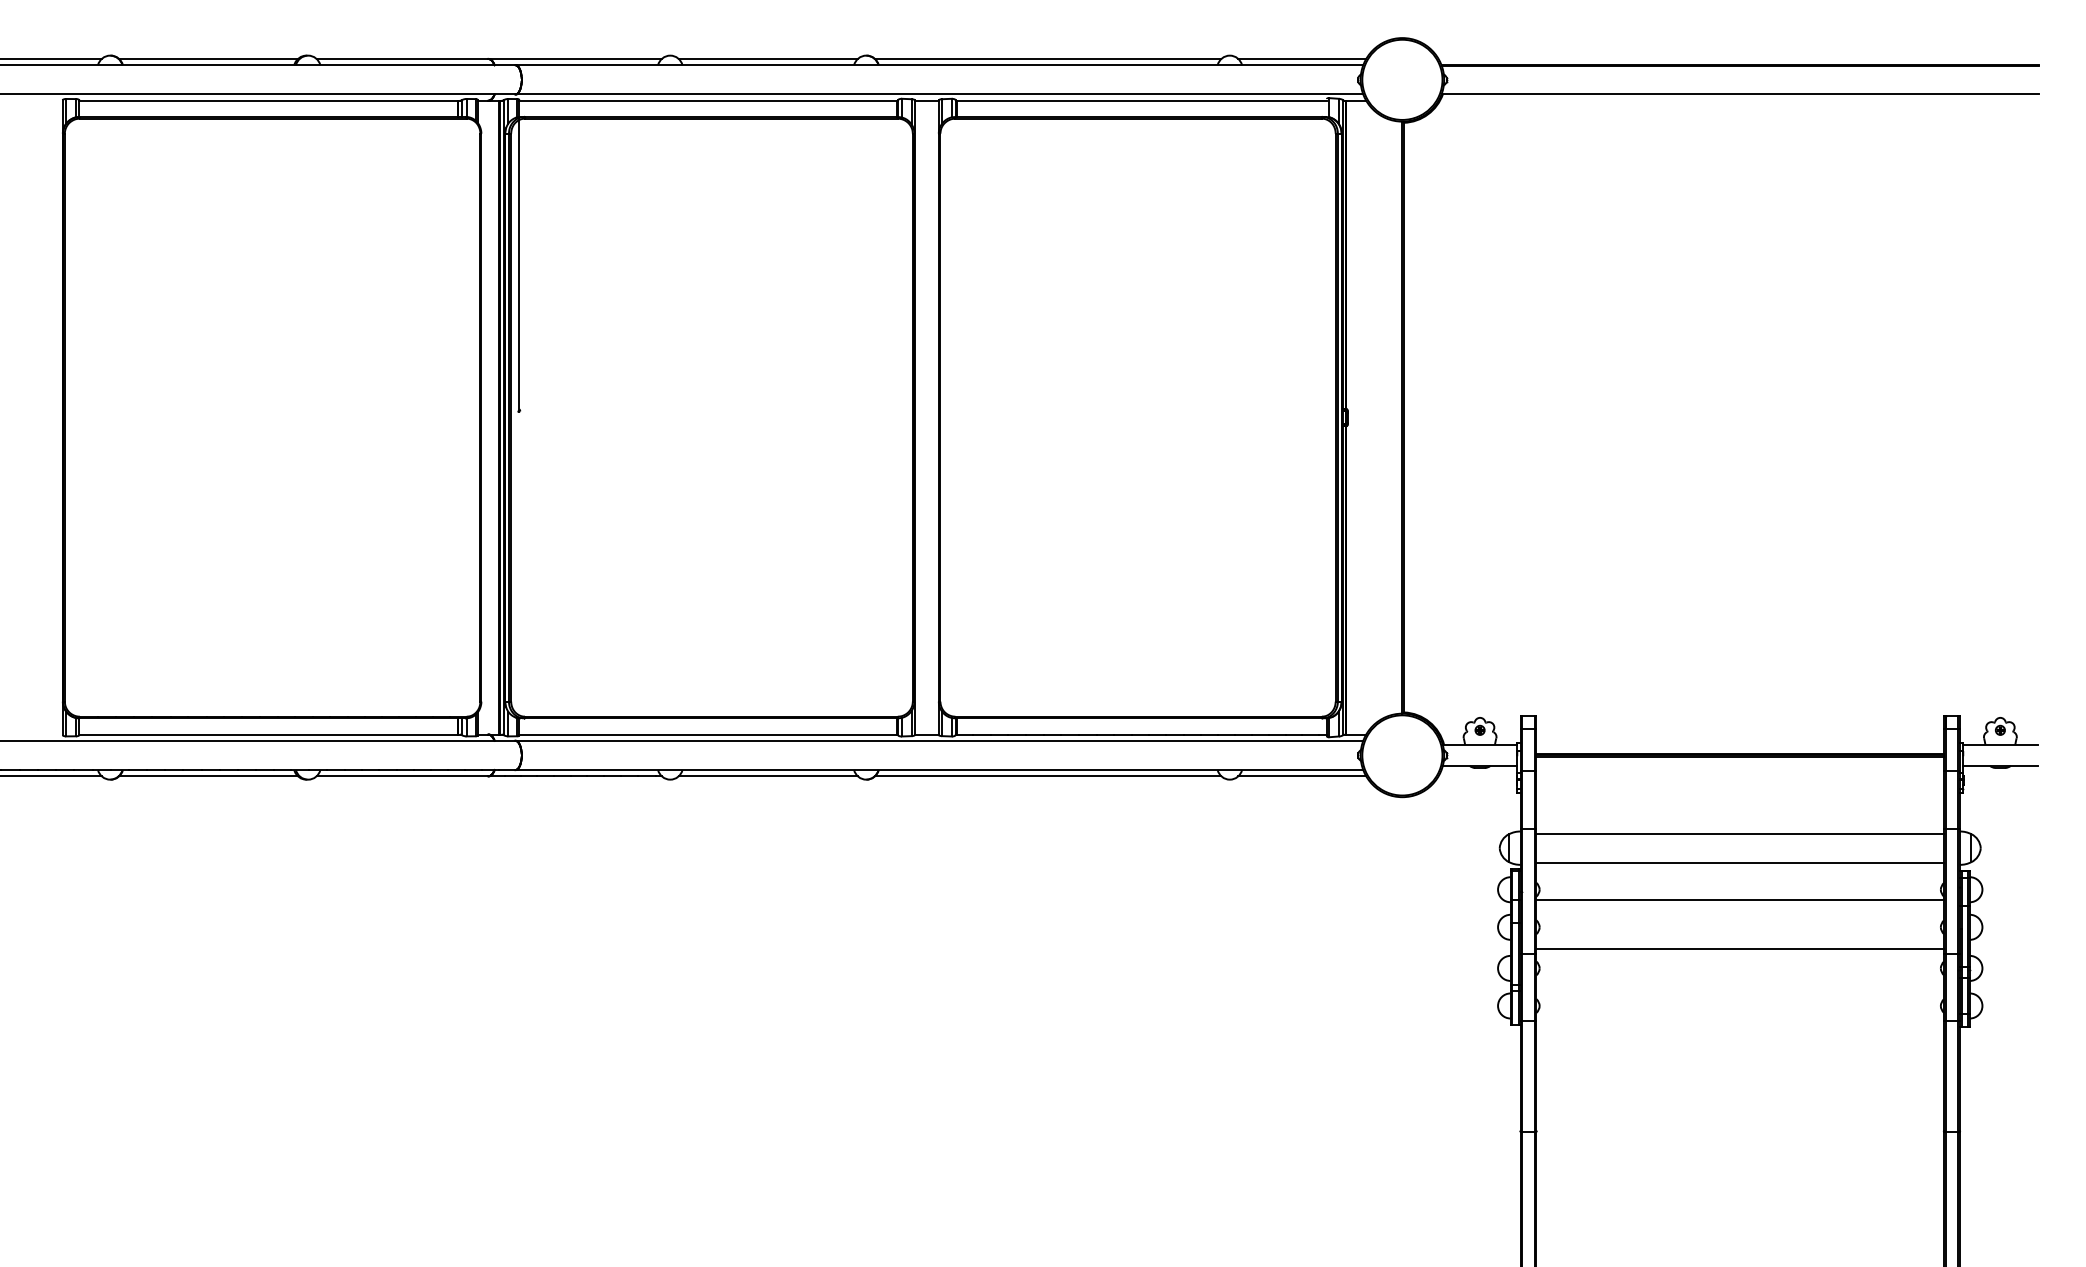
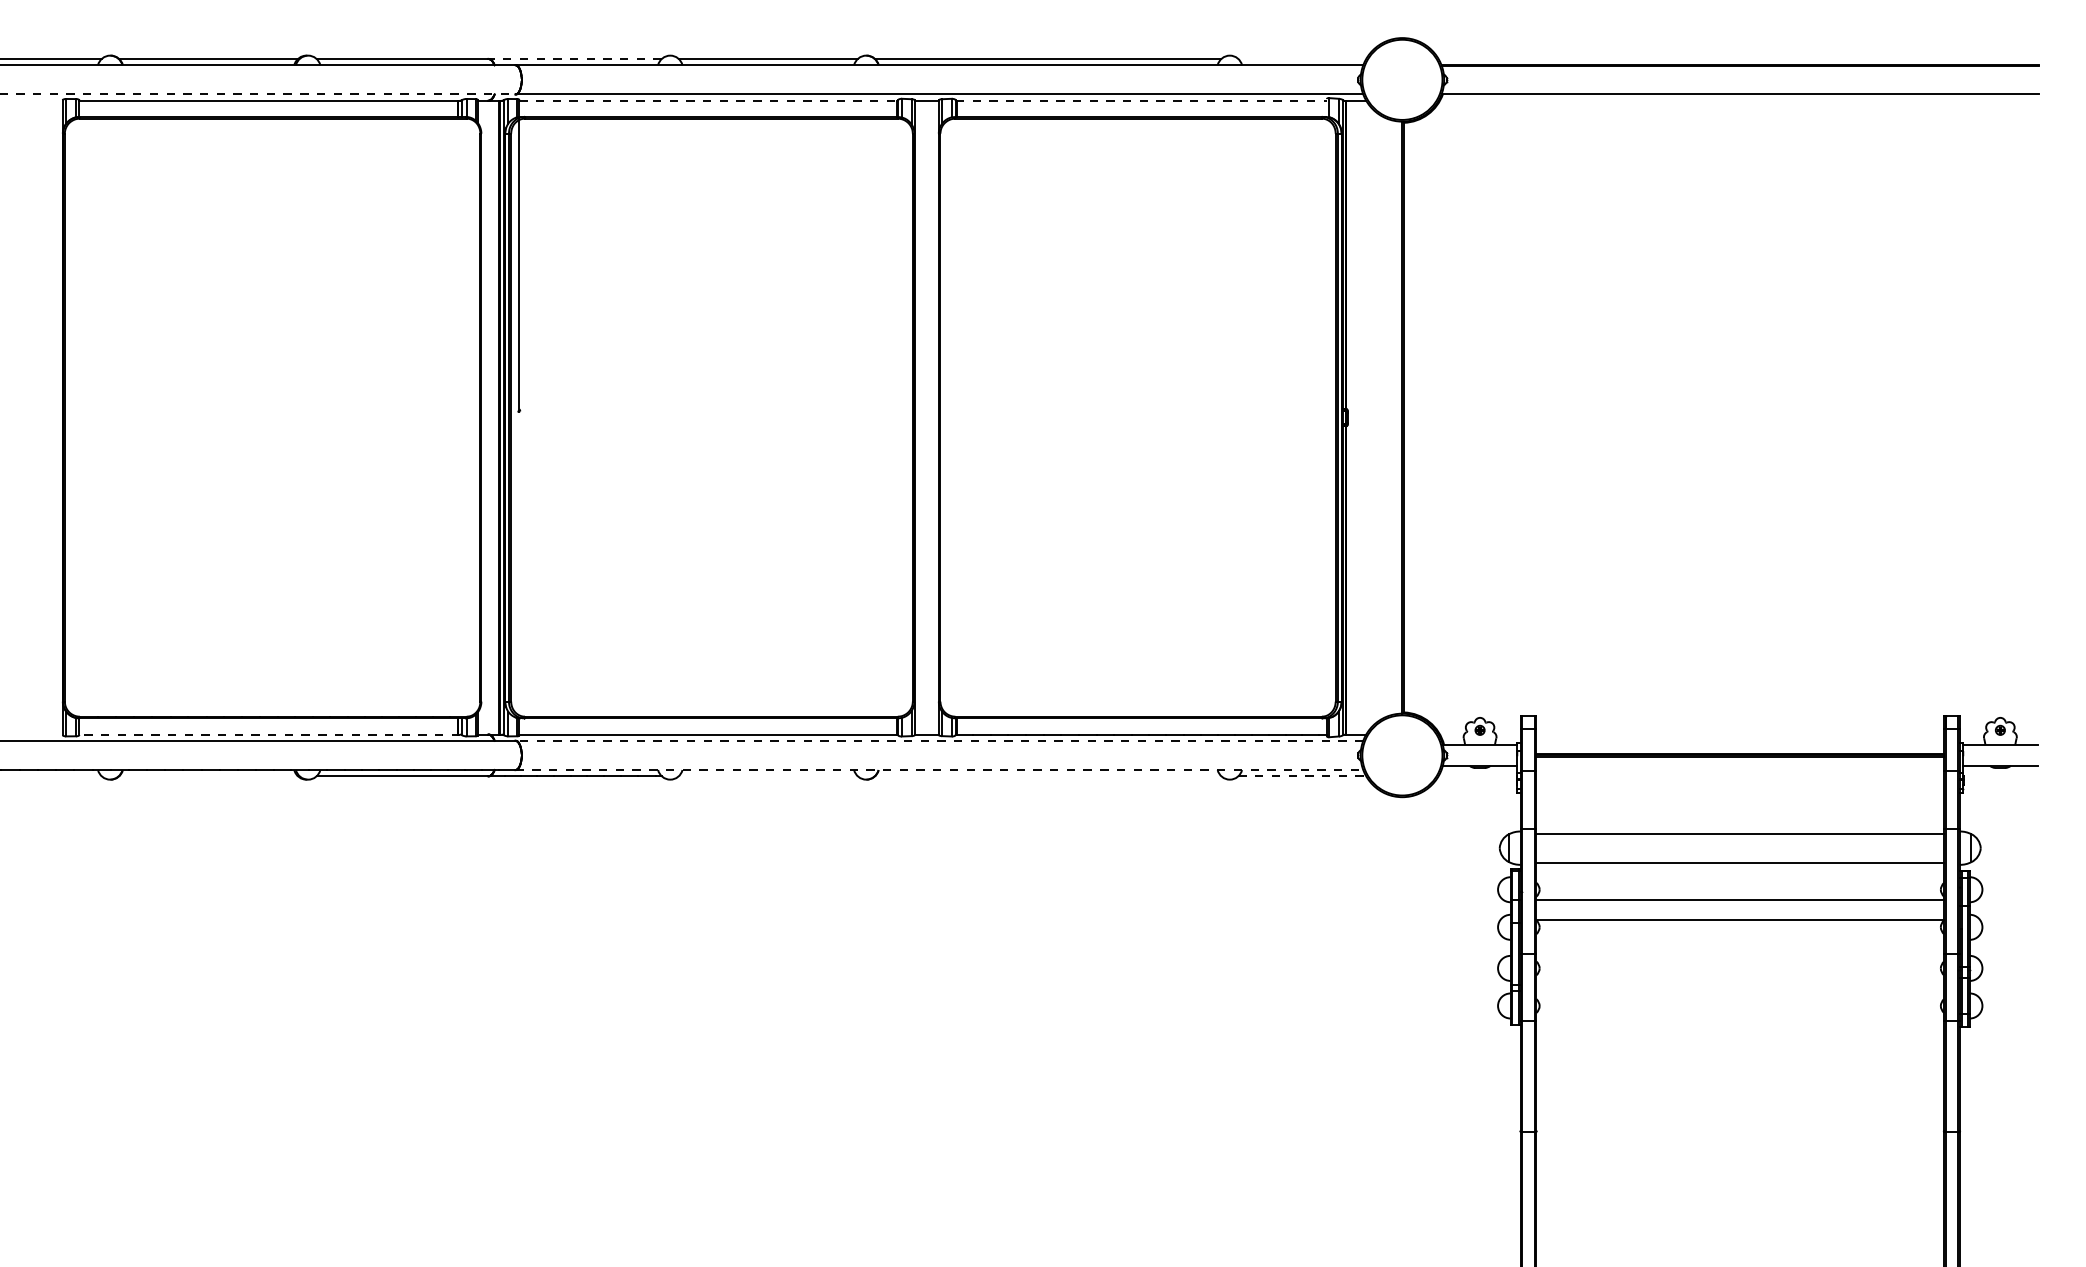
line at (575, 58): solid -> dashed
line at (1302, 58): present -> none
line at (258, 94): solid -> dashed
line at (708, 100): solid -> dashed
line at (1141, 100): solid -> dashed
line at (269, 734): solid -> dashed
line at (939, 740): solid -> dashed
line at (939, 770): solid -> dashed
line at (51, 776): present -> none
line at (208, 776): present -> none
line at (767, 776): present -> none
line at (1048, 776): present -> none
line at (1302, 776): solid -> dashed
line at (1740, 948) position: (1740, 948) -> (1740, 919)
